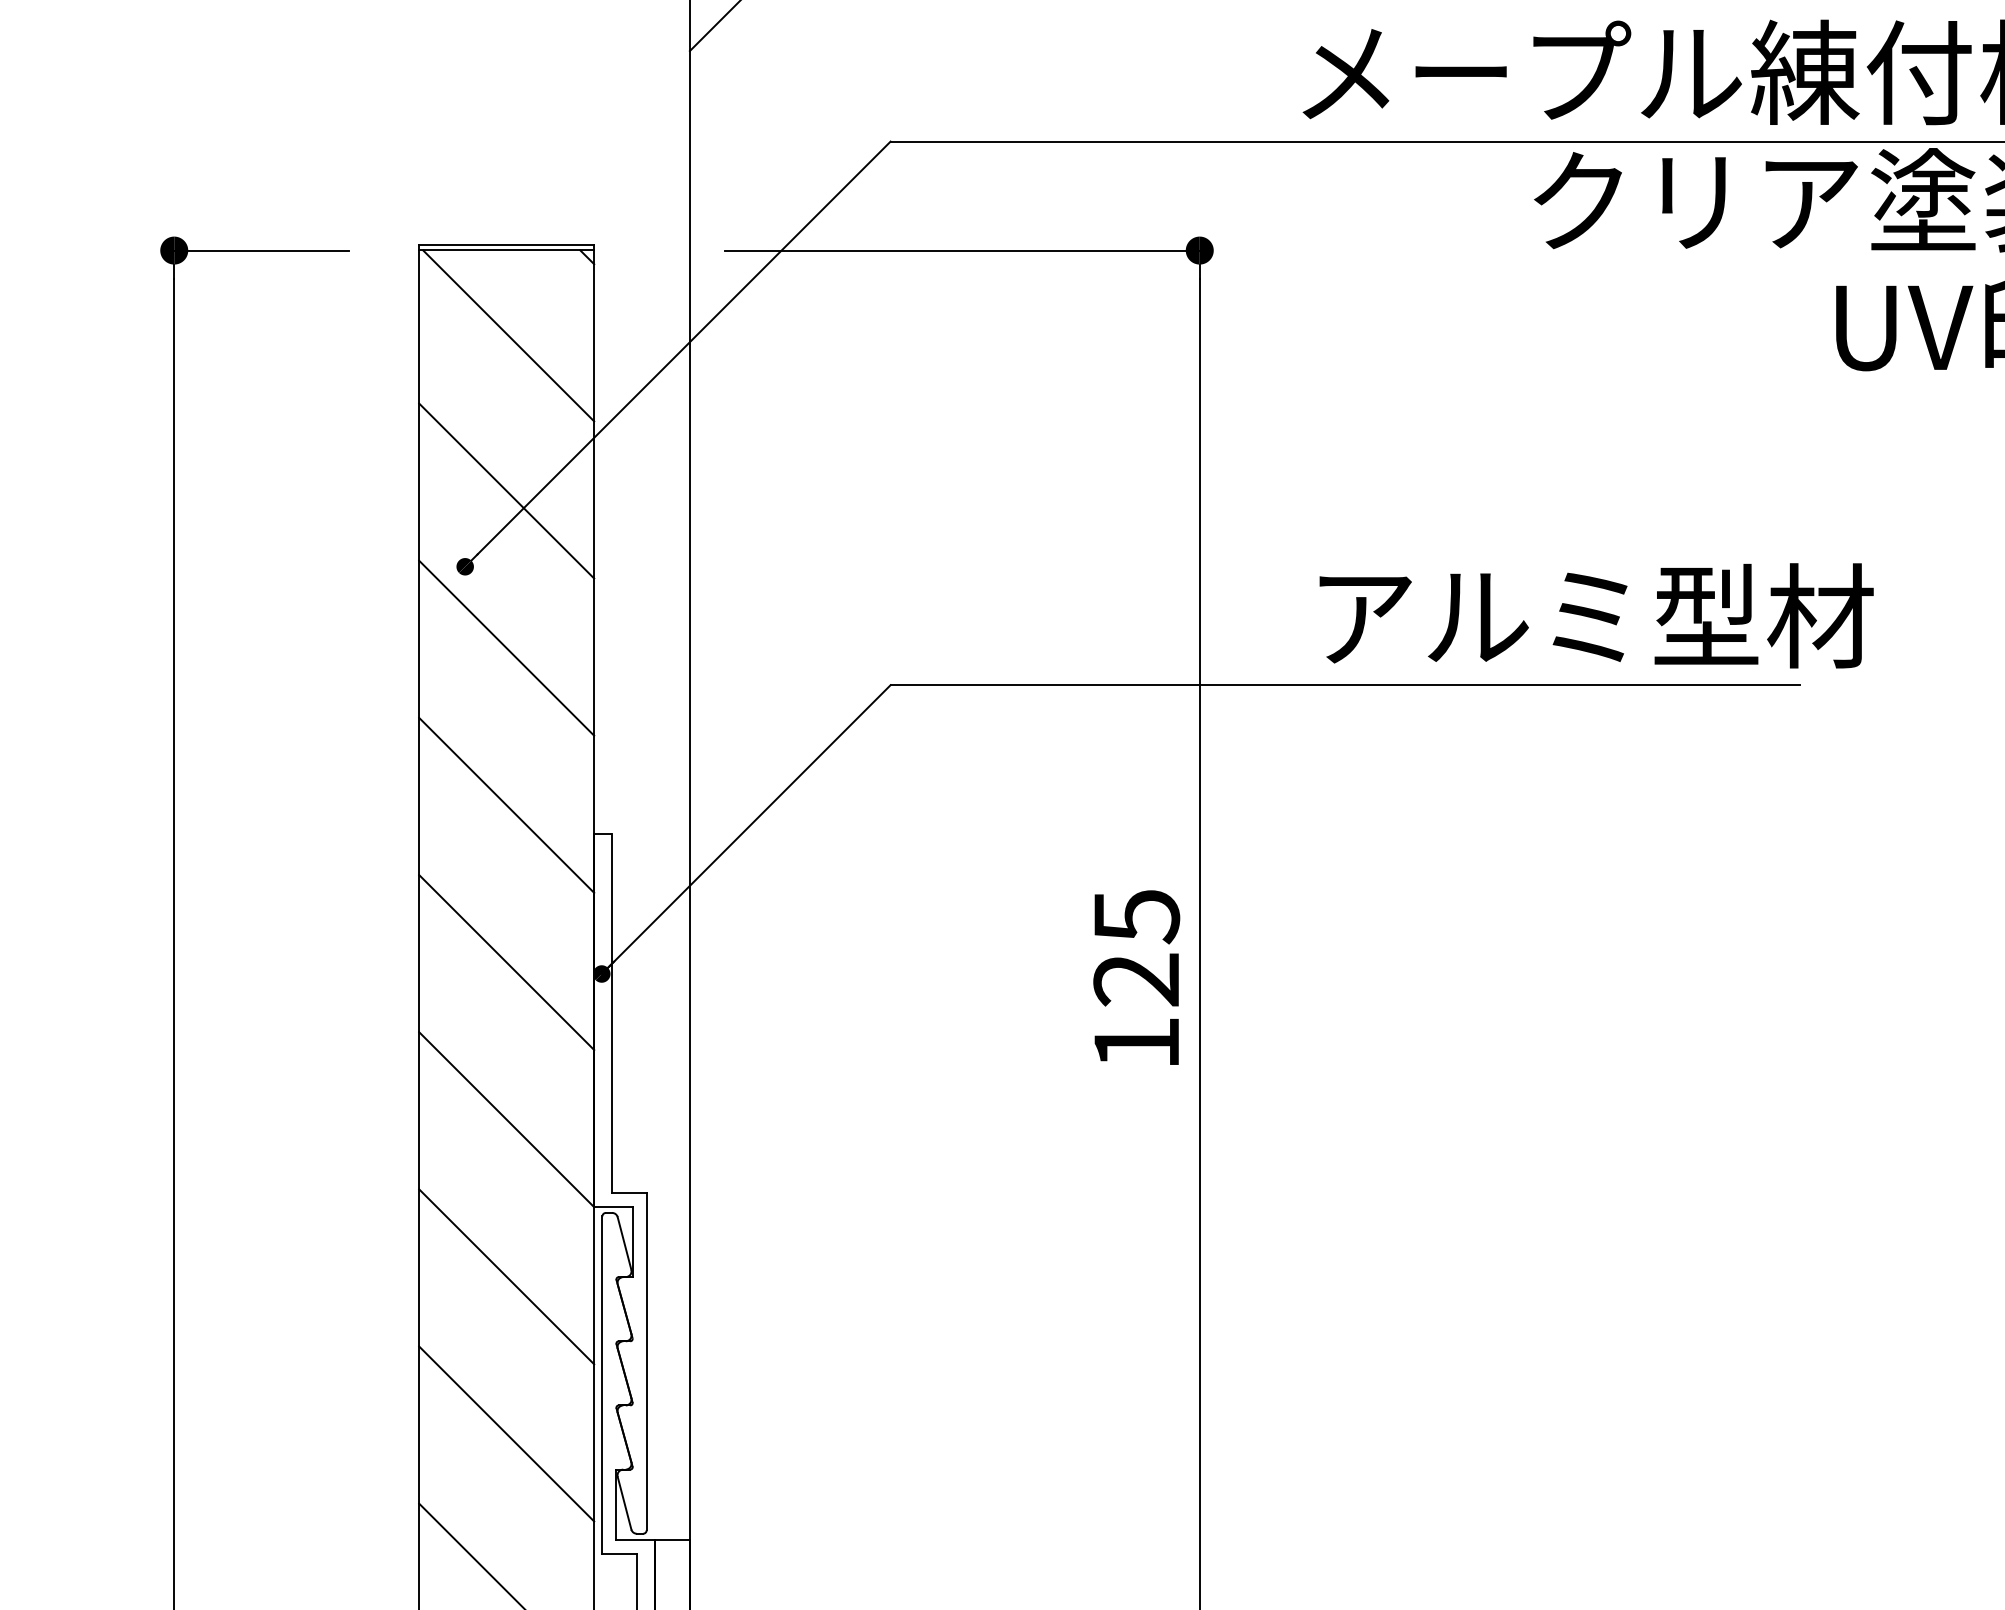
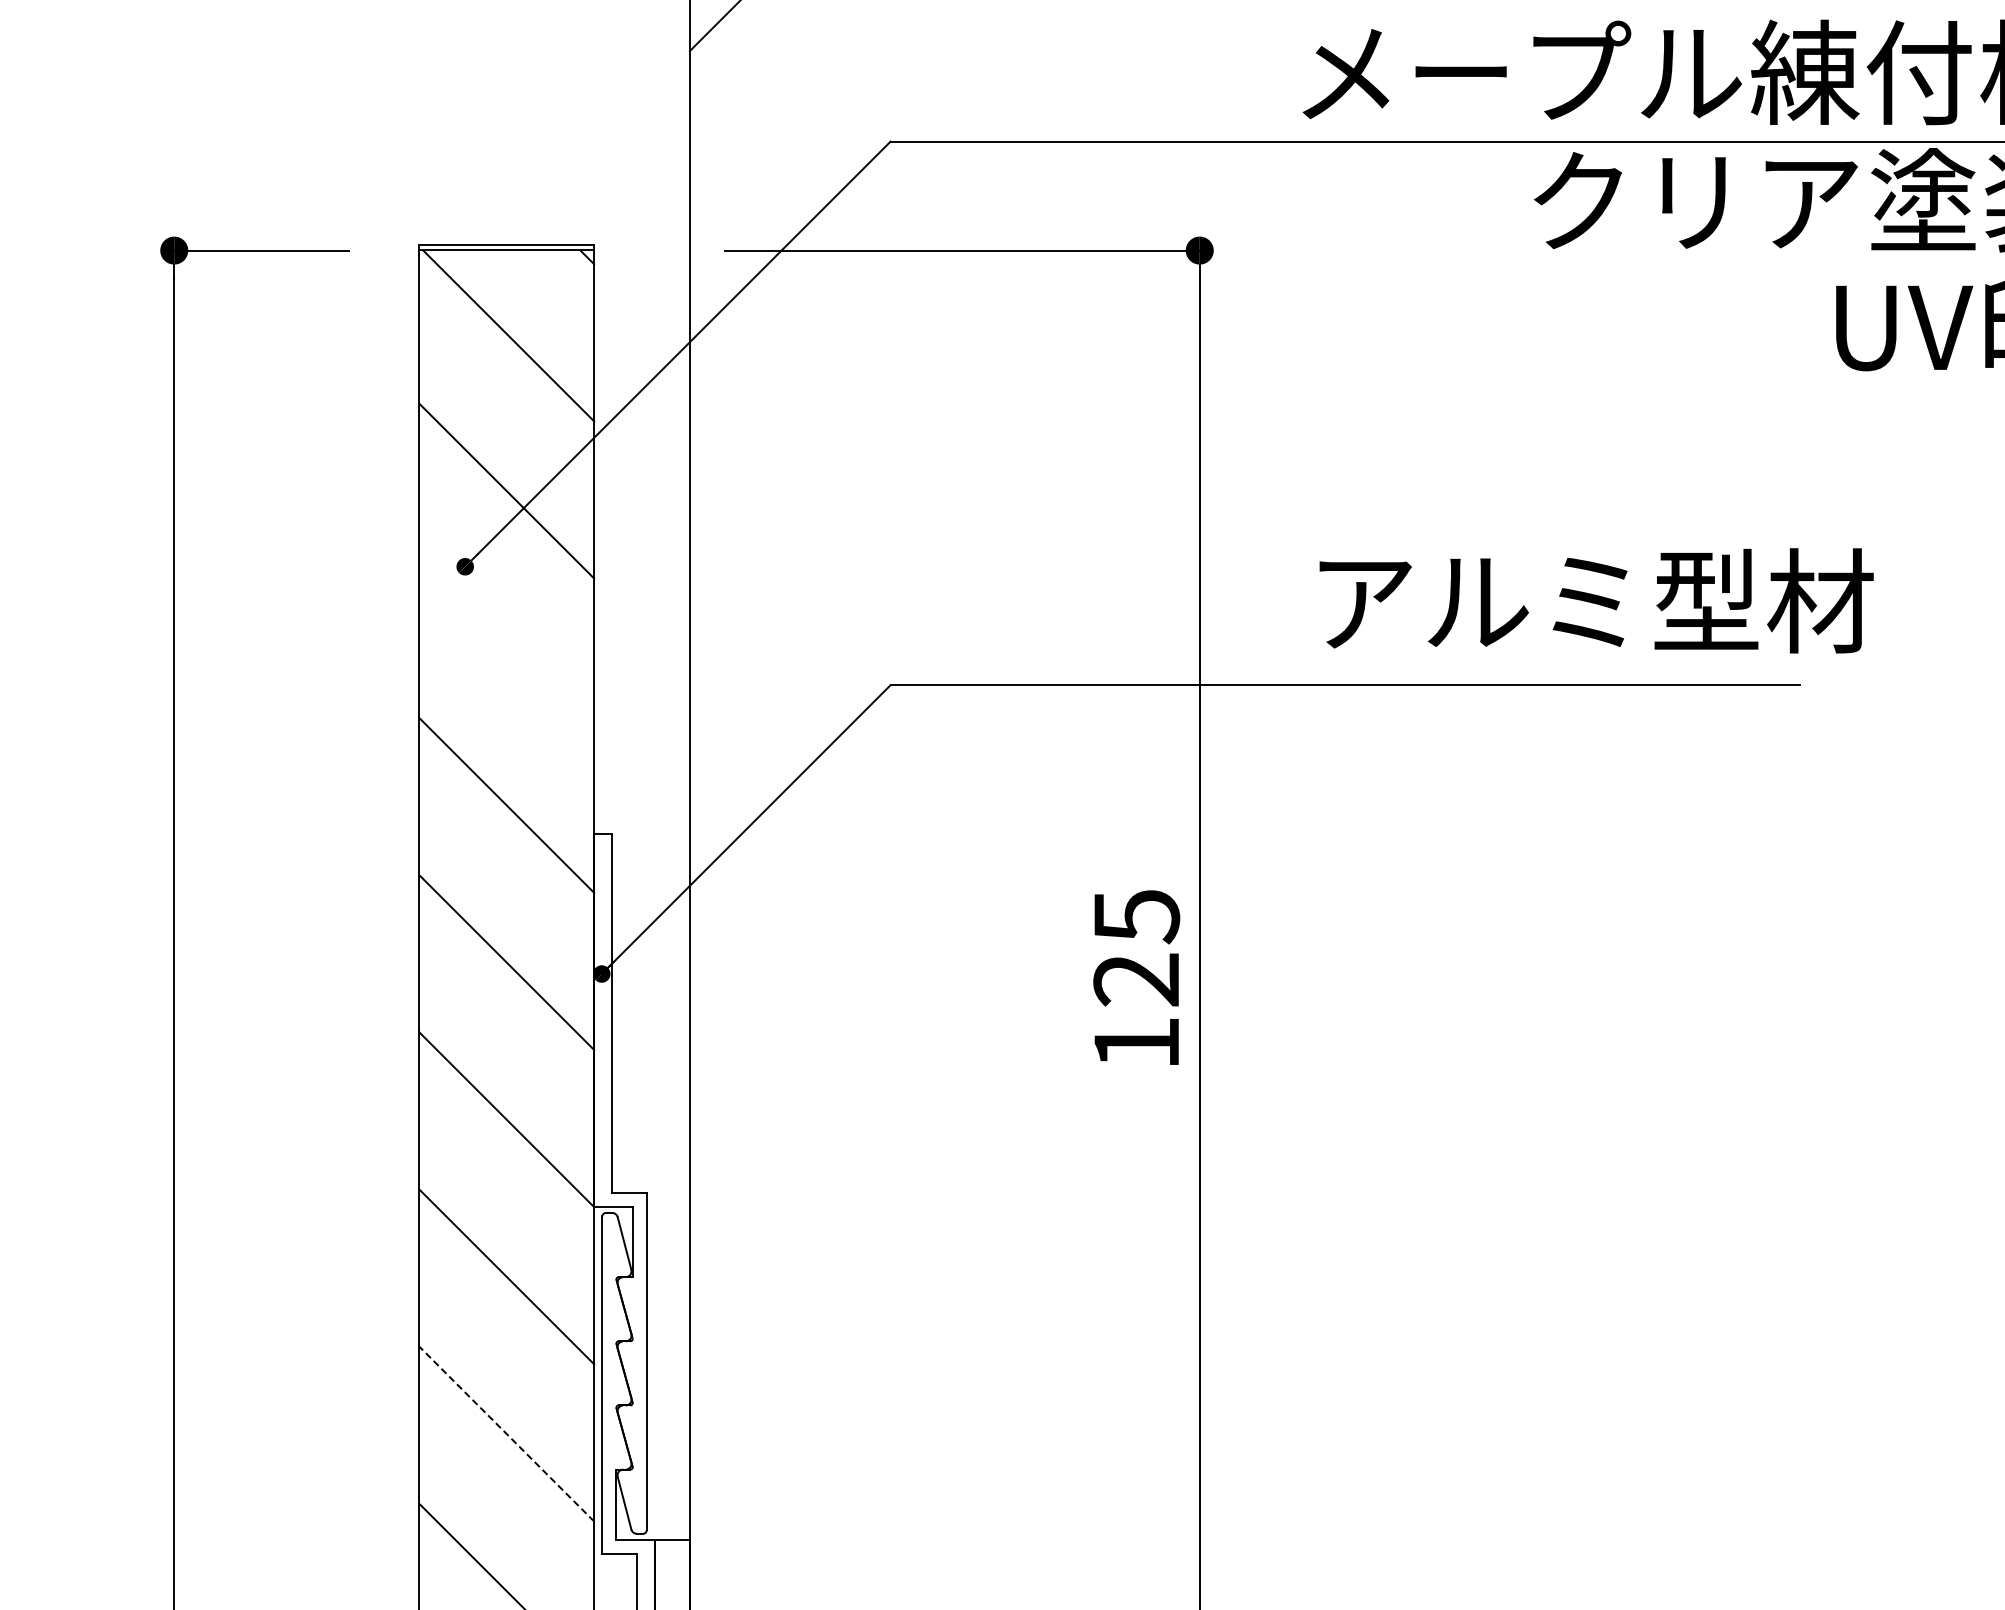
text at (1596, 615) position: (1596, 615) -> (1596, 600)
line at (506, 647): present -> none
line at (506, 1433): solid -> dashed
